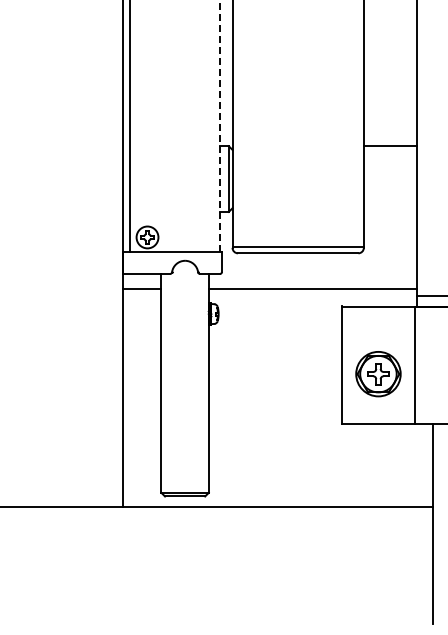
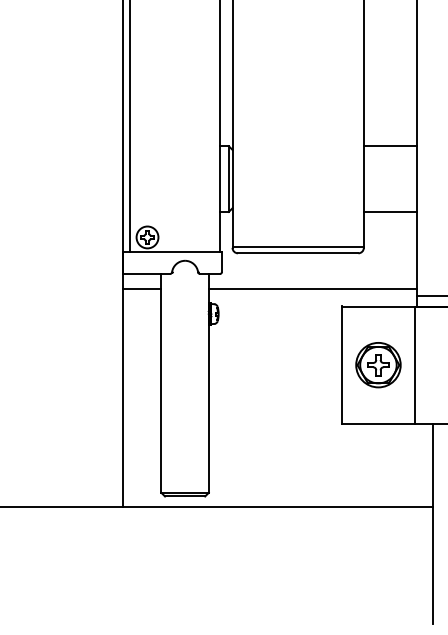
line at (219, 126): dashed -> solid
line at (389, 211): none -> present
part at (378, 374) position: (378, 374) -> (378, 365)
